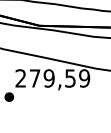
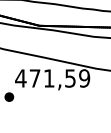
text at (34, 78): 279,59 -> 471,59
